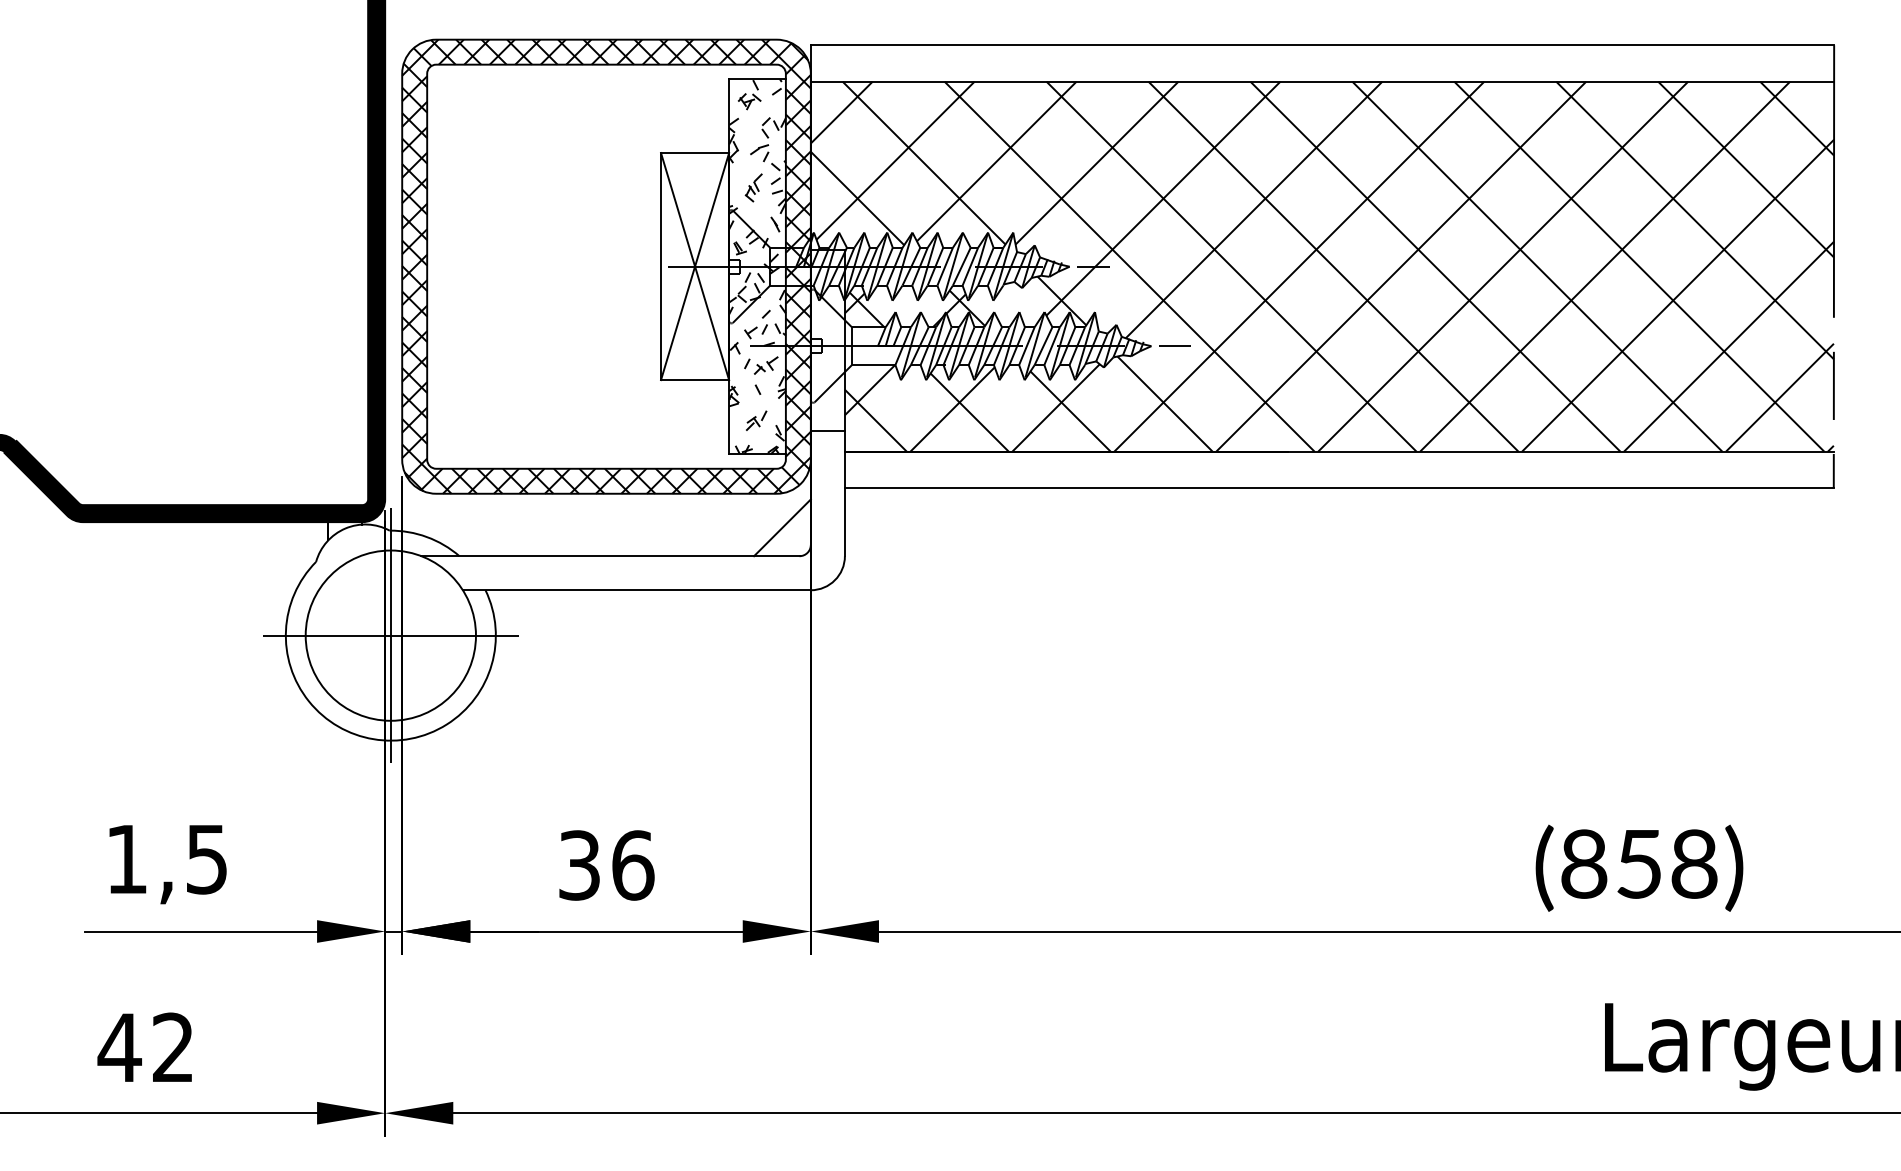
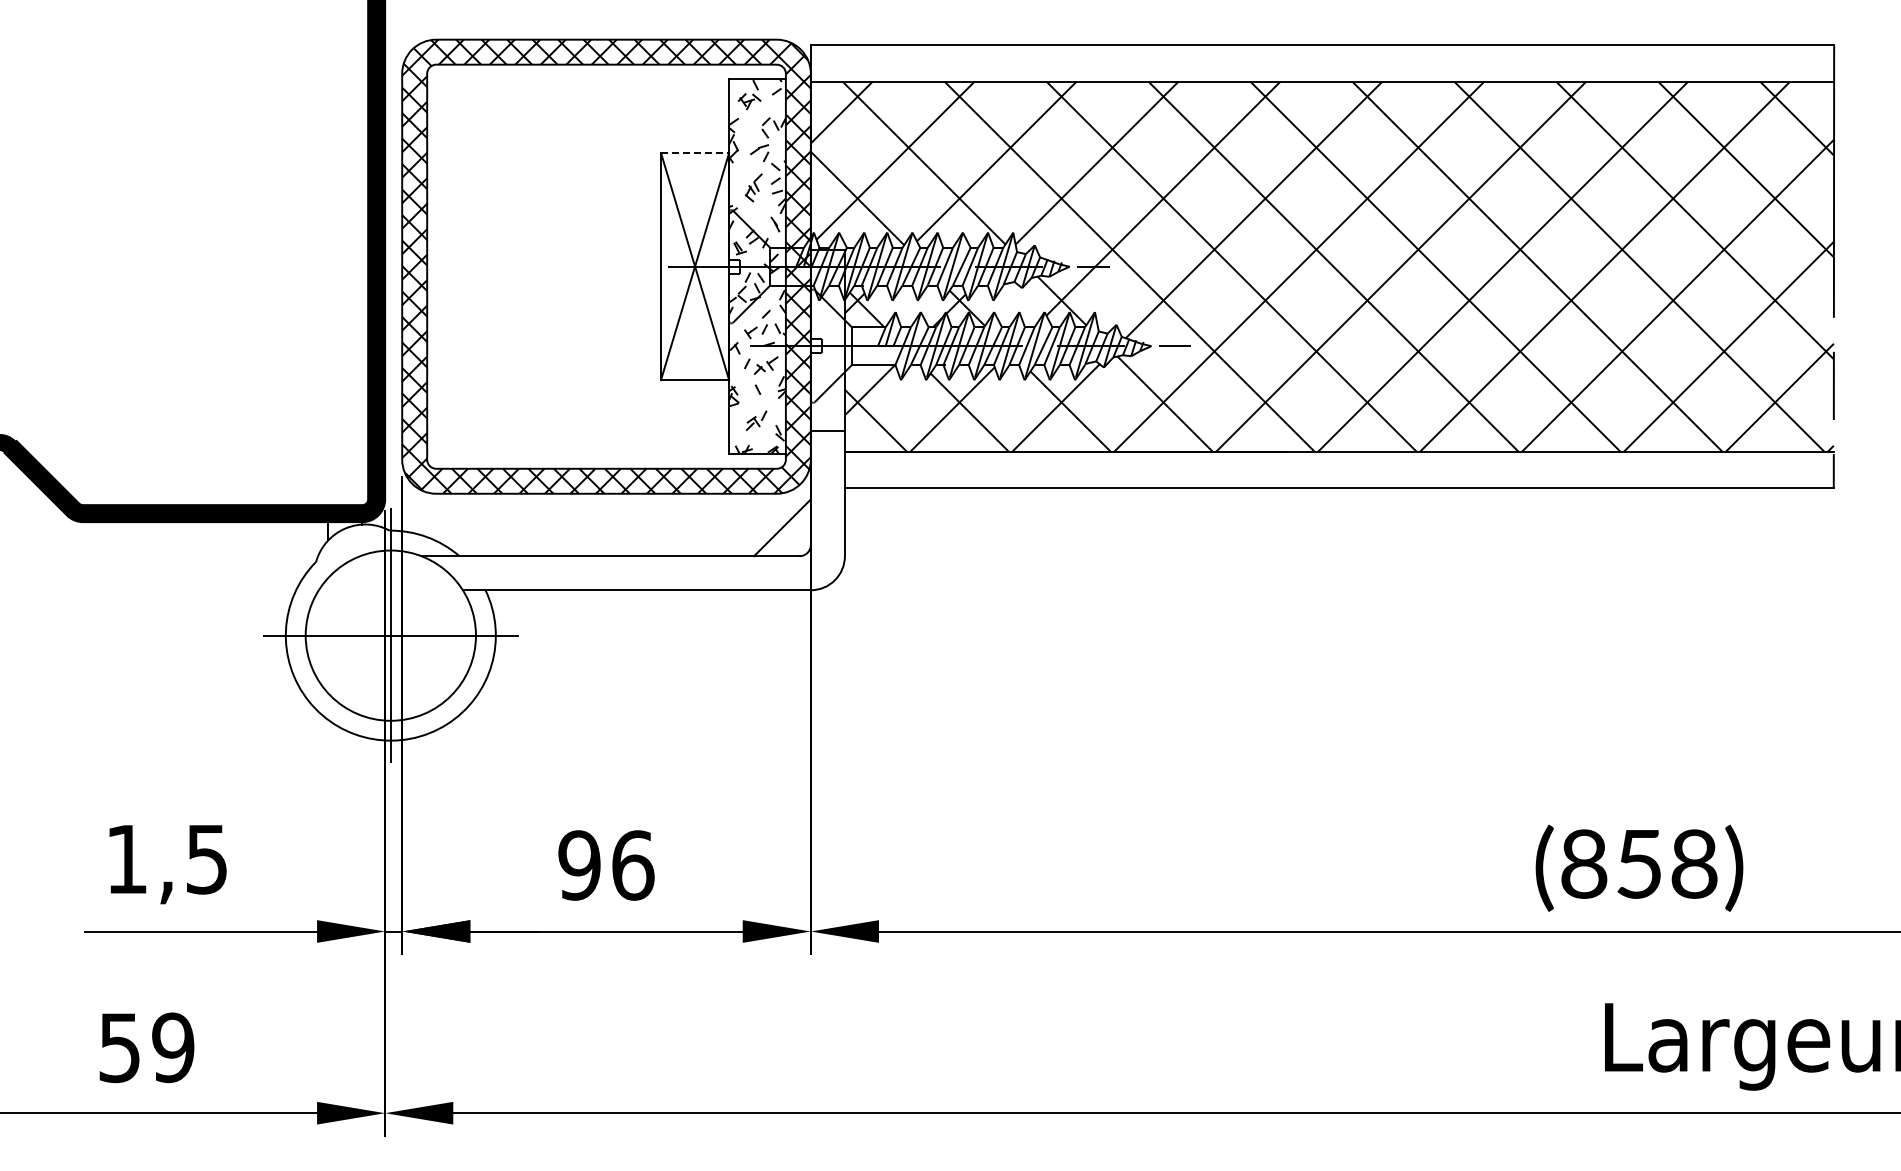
line at (695, 153): solid -> dashed
text at (579, 865): 36 -> 96
text at (145, 1047): 42 -> 59
